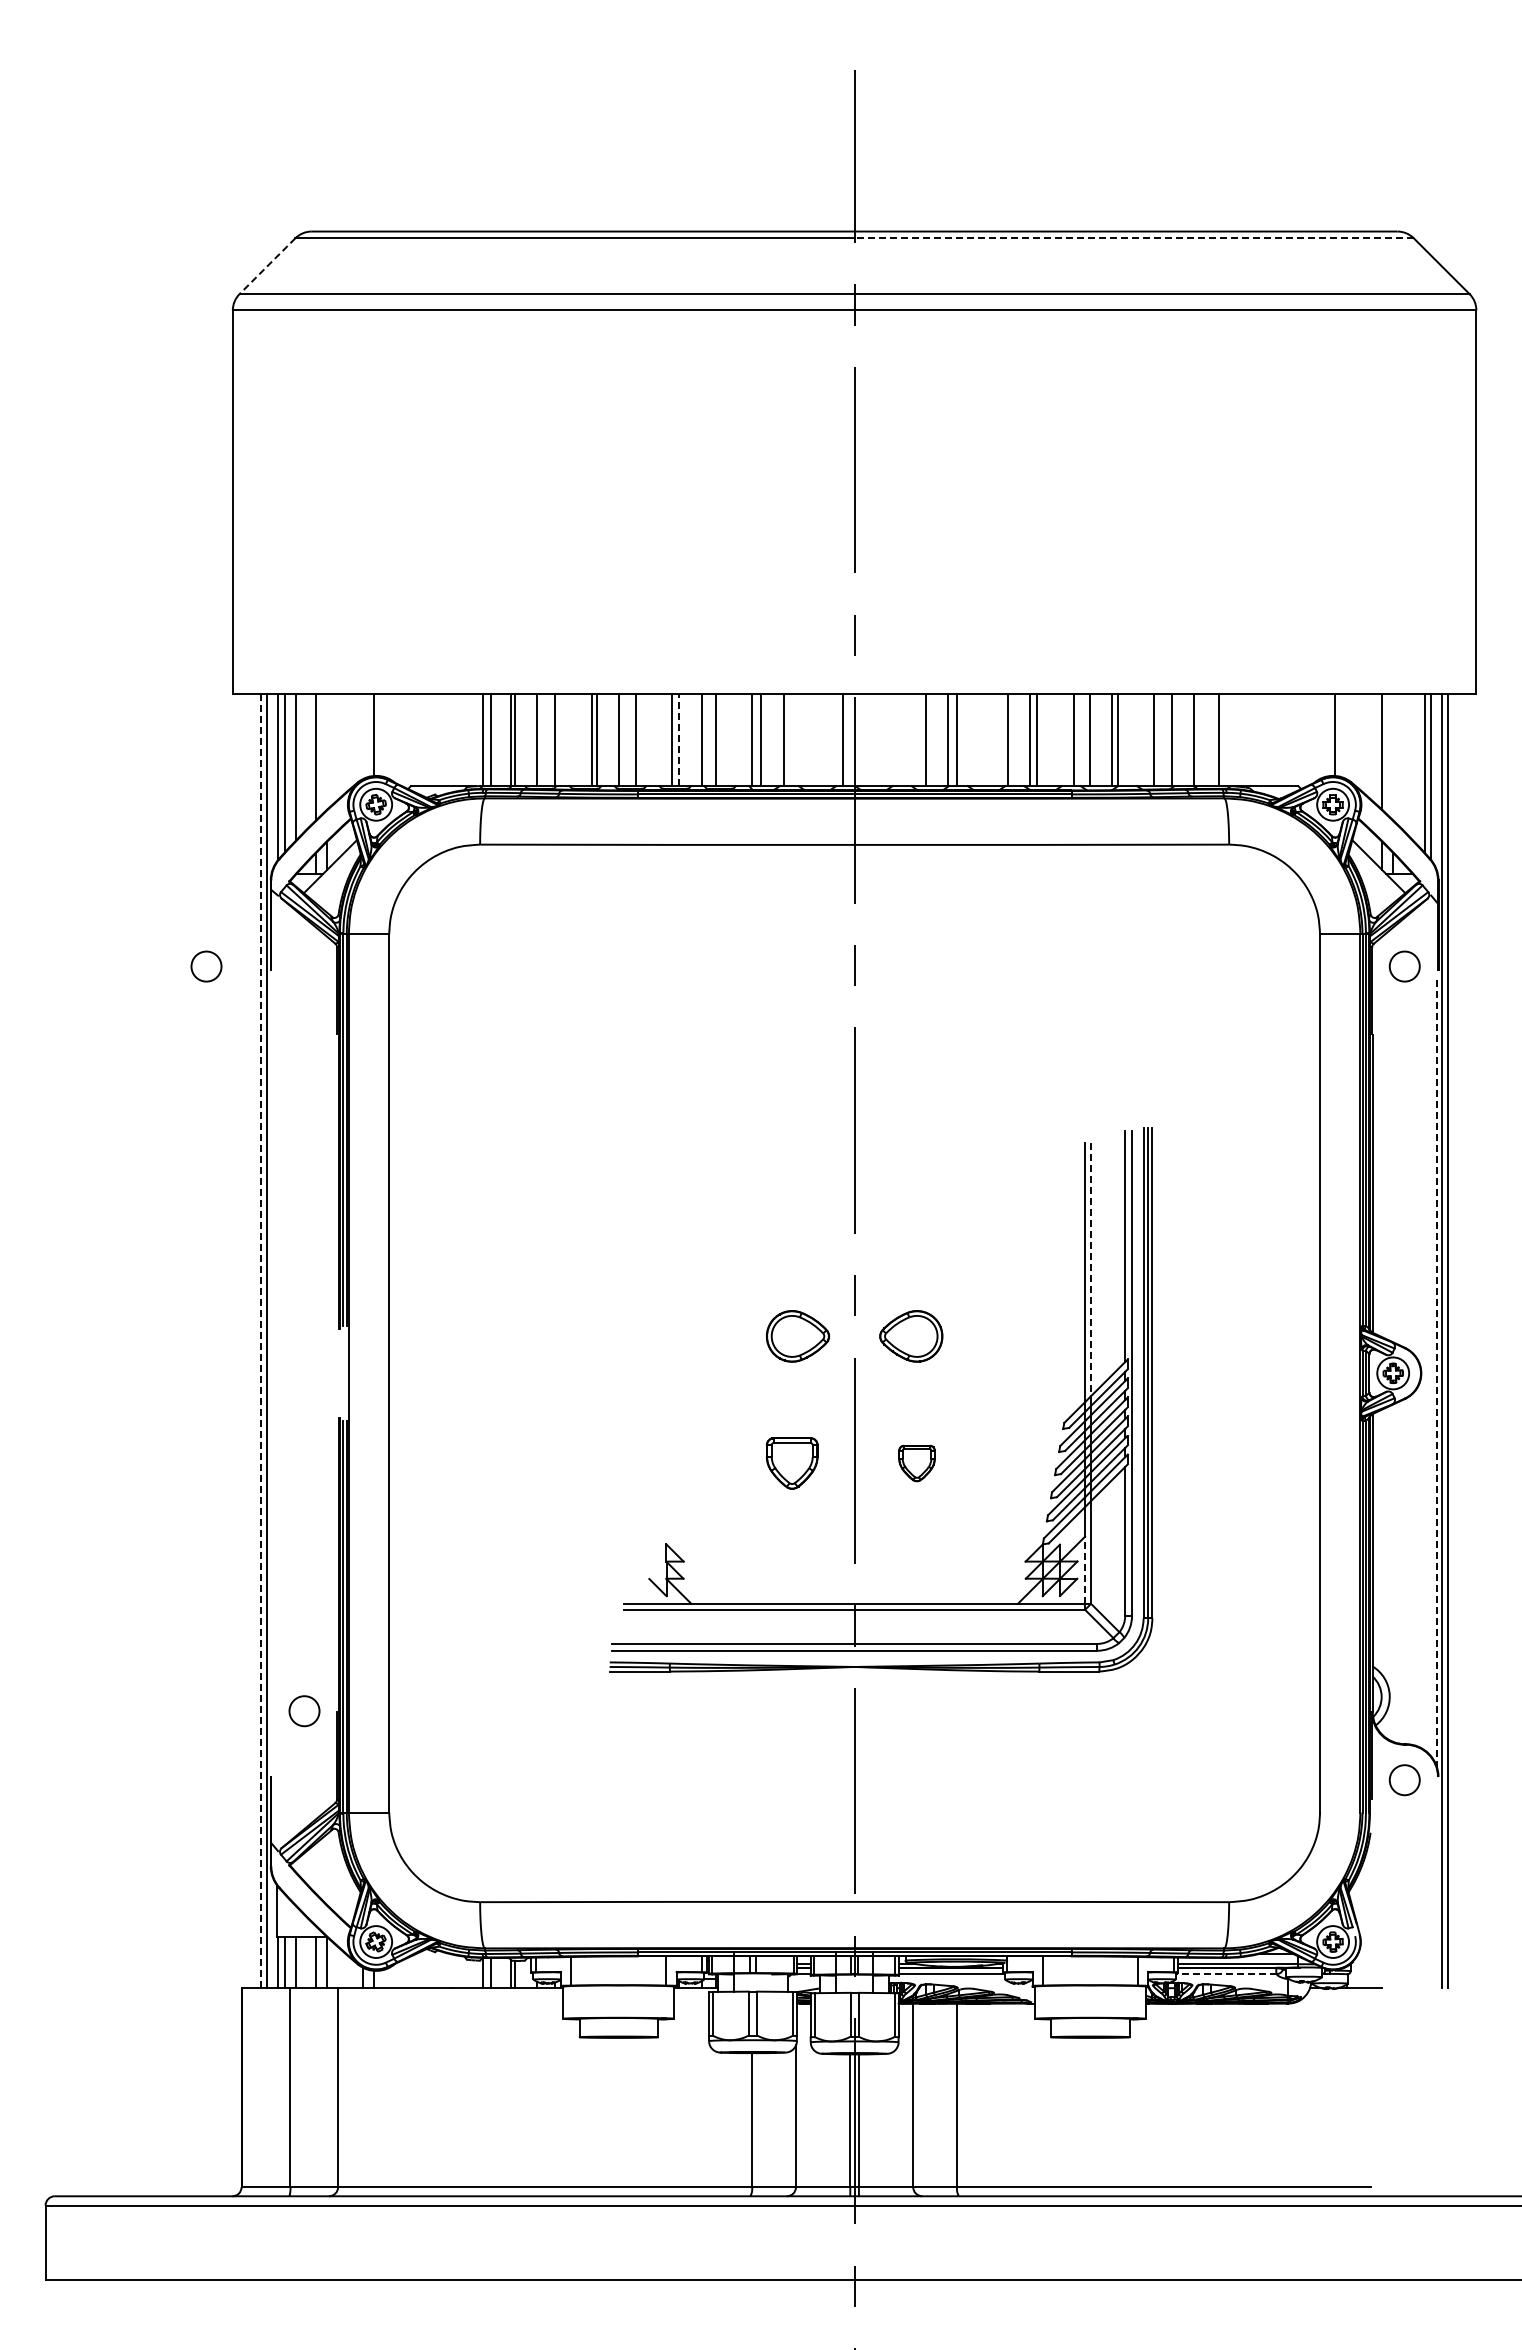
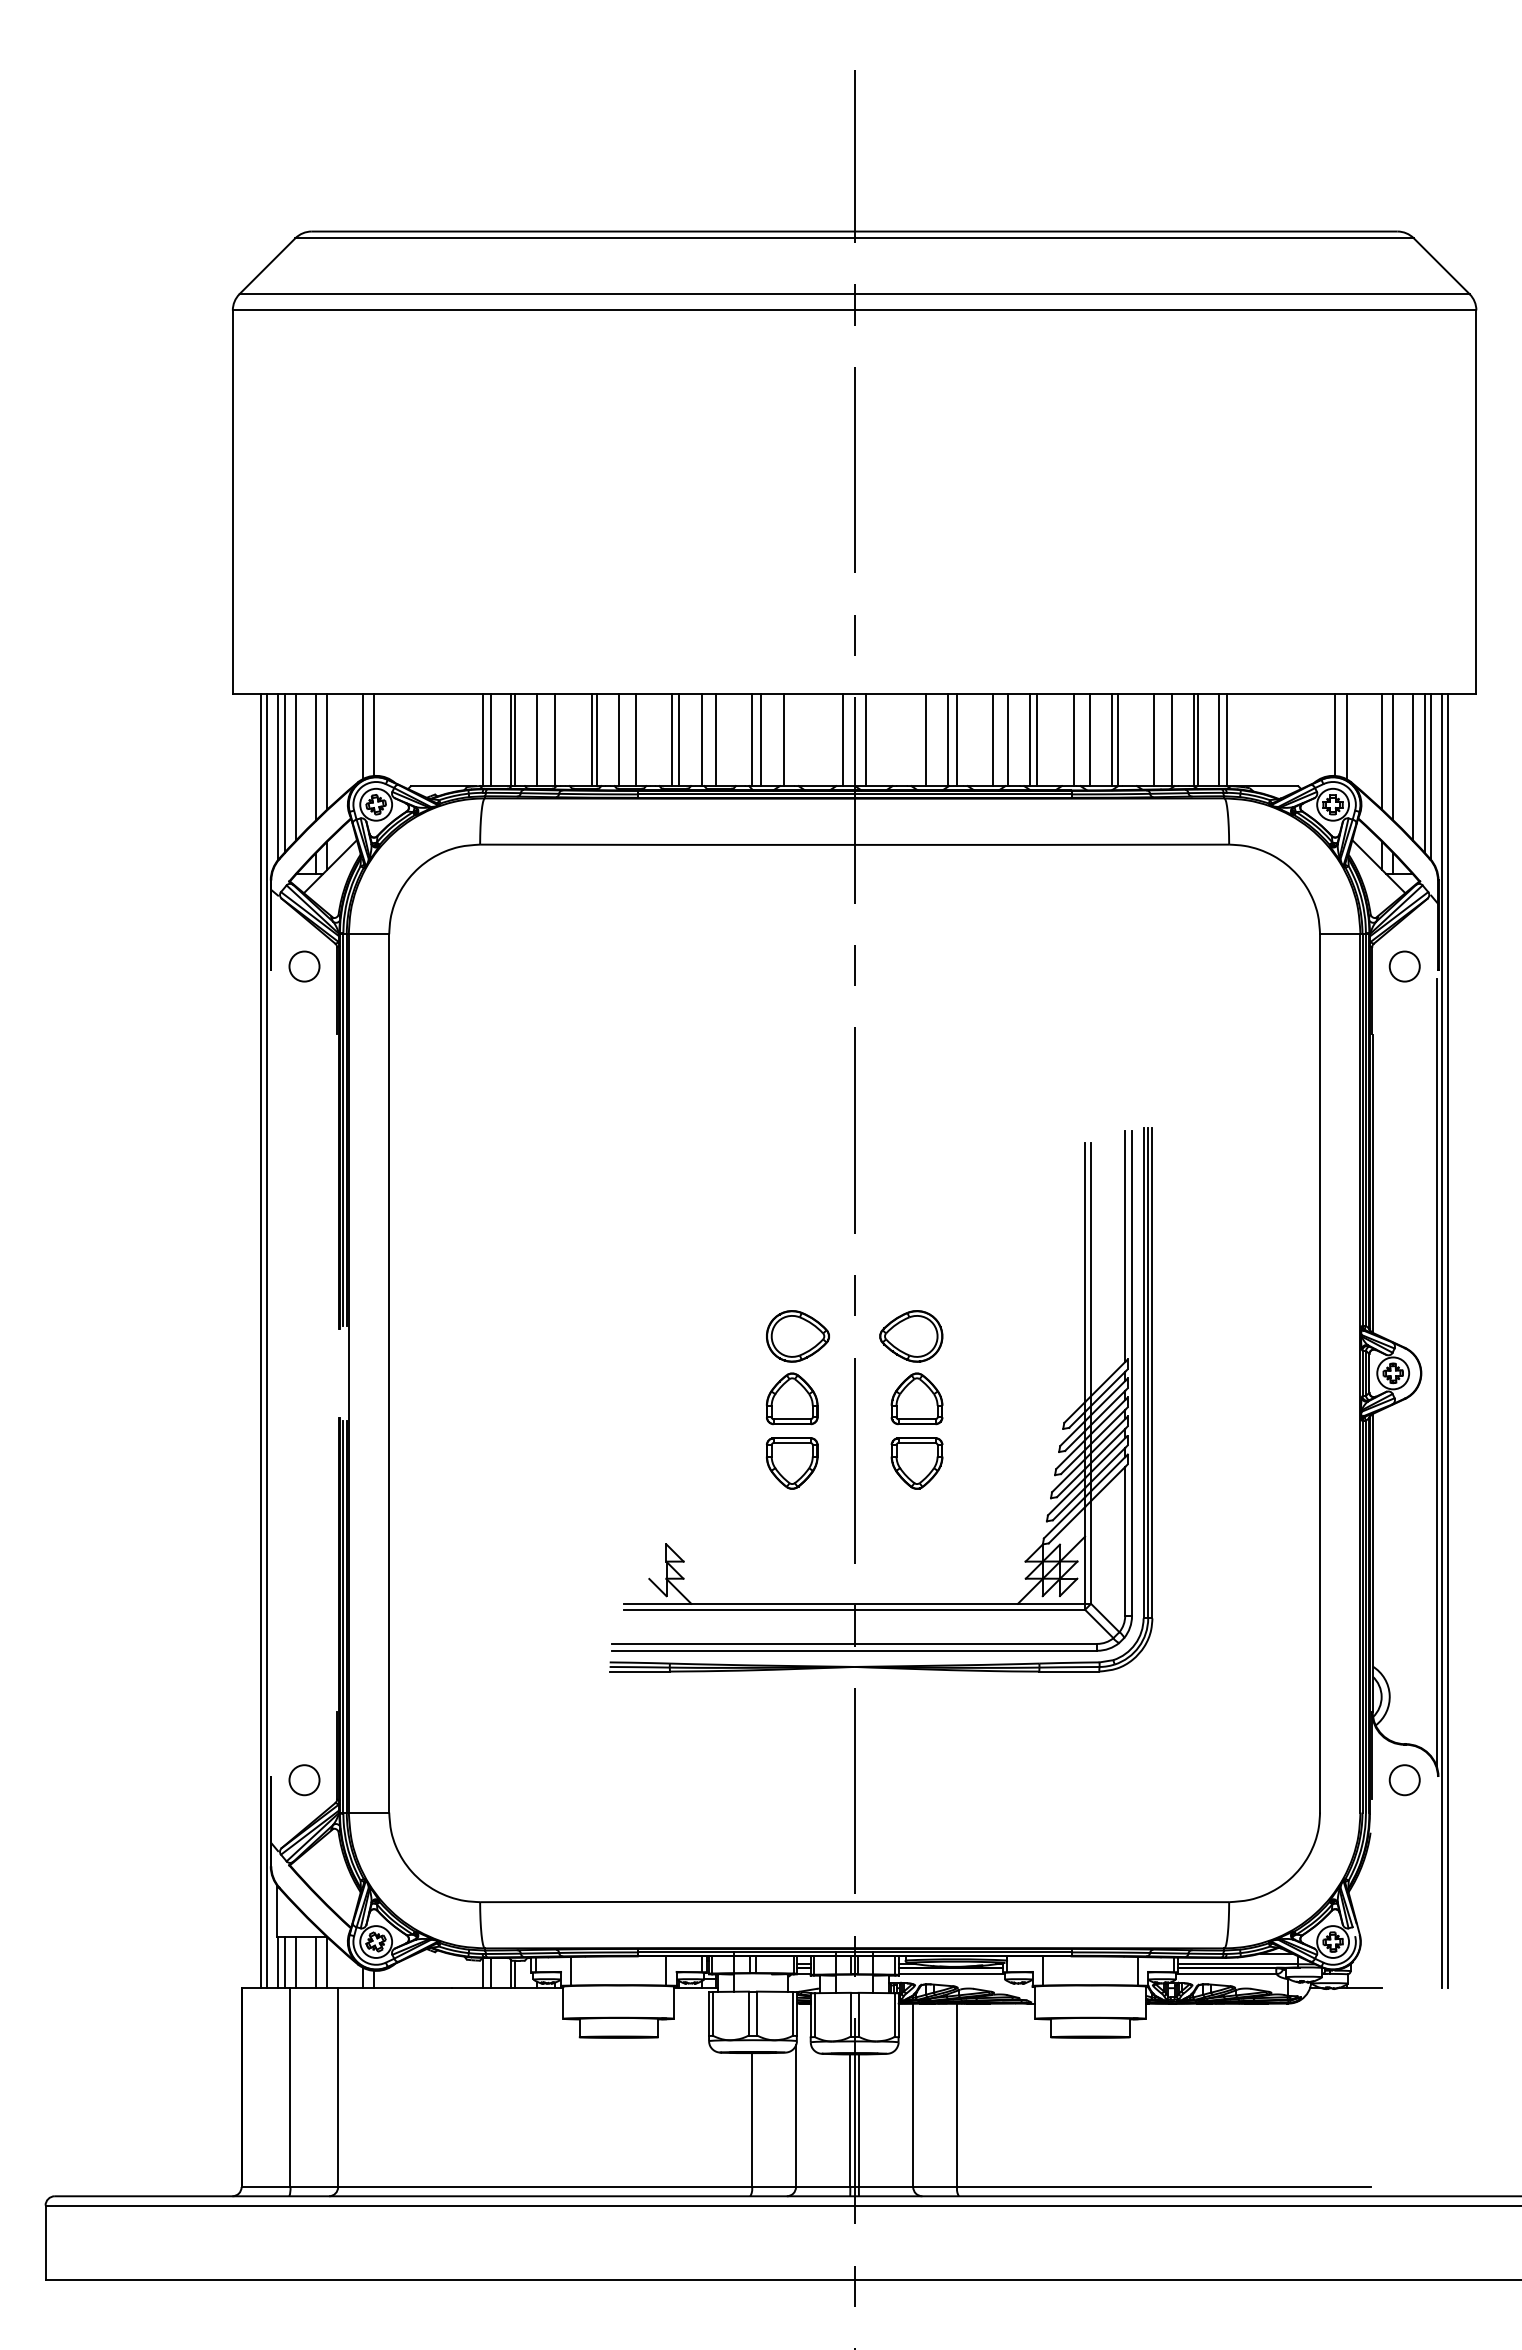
line at (1134, 238): dashed -> solid
line at (267, 266): dashed -> solid
line at (362, 736): none -> present
line at (1346, 736): none -> present
line at (679, 739): dashed -> solid
line at (865, 739): none -> present
line at (993, 739): none -> present
line at (1197, 739): none -> present
line at (1226, 739): none -> present
line at (326, 751): none -> present
line at (1393, 756): none -> present
line at (1413, 766): none -> present
circle at (206, 966) position: (206, 966) -> (304, 966)
line at (1091, 1269): dashed -> solid
line at (261, 1341): dashed -> solid
line at (1437, 1372): dashed -> solid
part at (792, 1398): none -> present
part at (916, 1398): none -> present
part at (916, 1463) size: 38x39 px -> 54x53 px
line at (1085, 1570): dashed -> solid
circle at (304, 1711) position: (304, 1711) -> (304, 1780)
line at (1225, 1974): dashed -> solid
